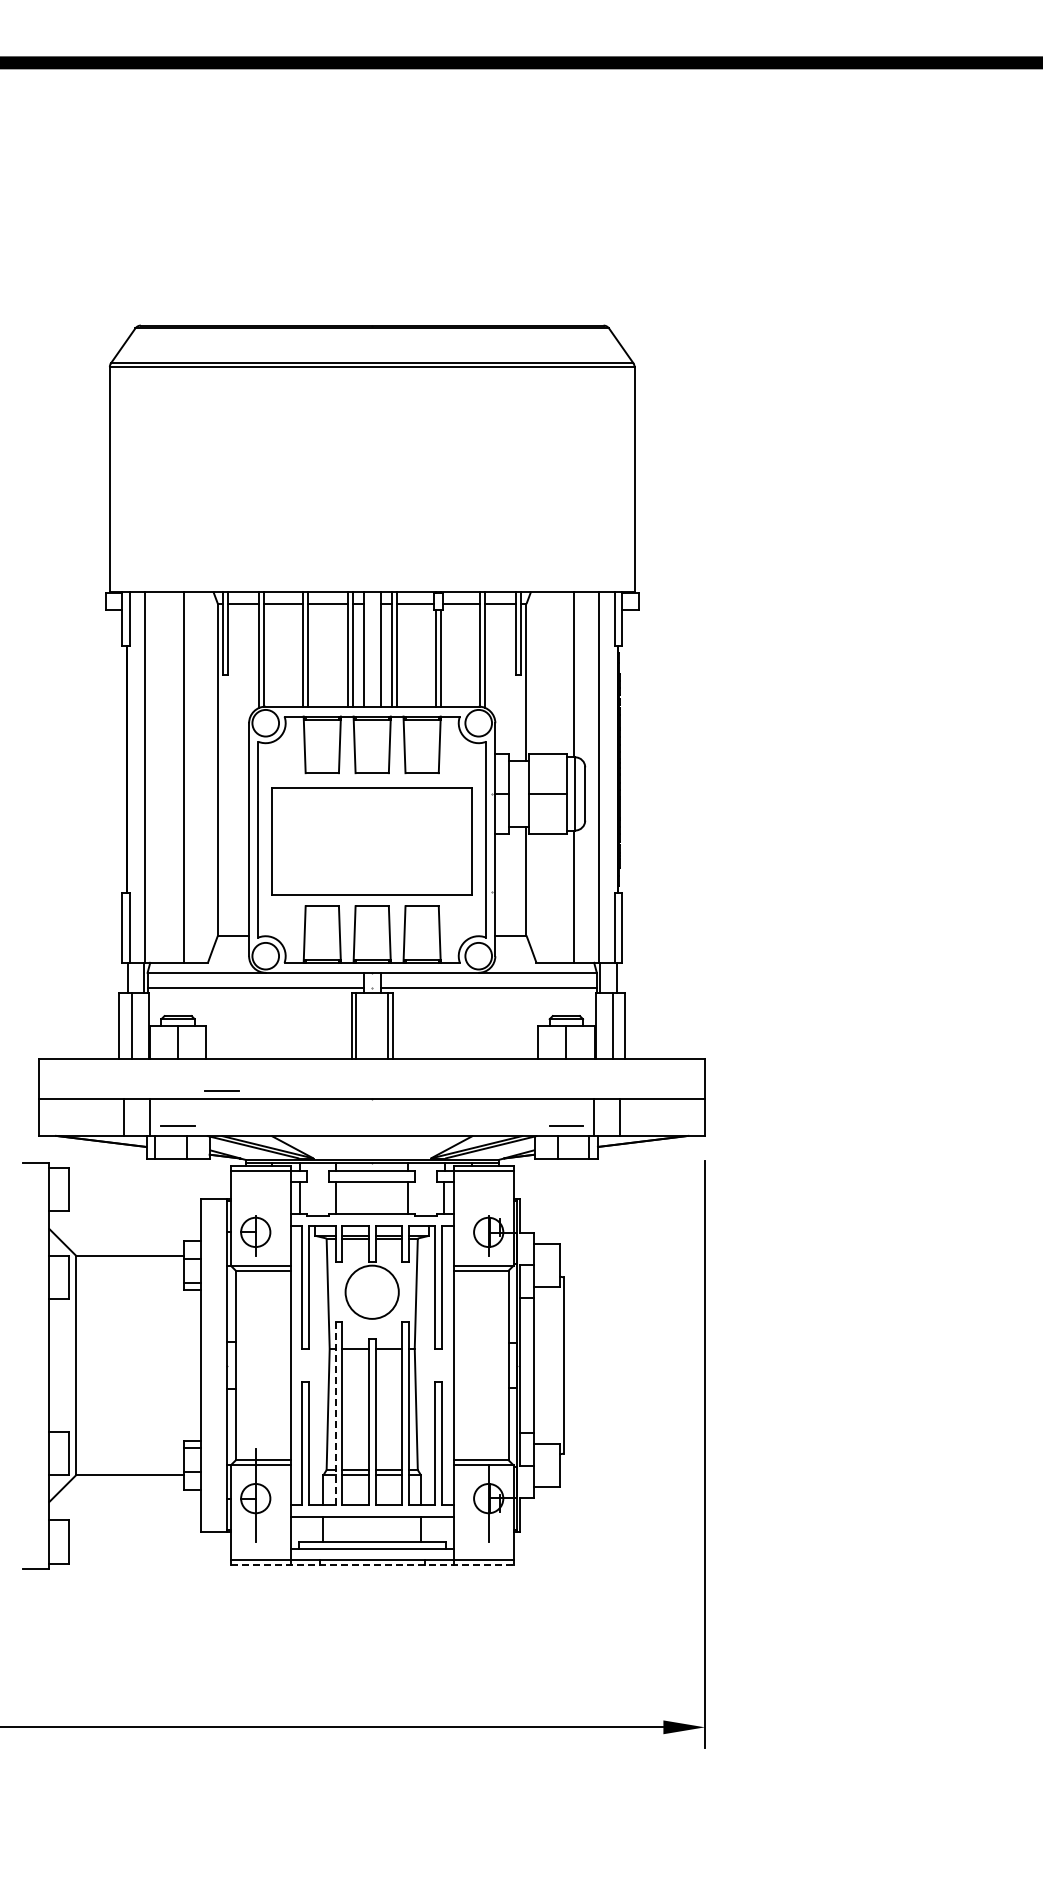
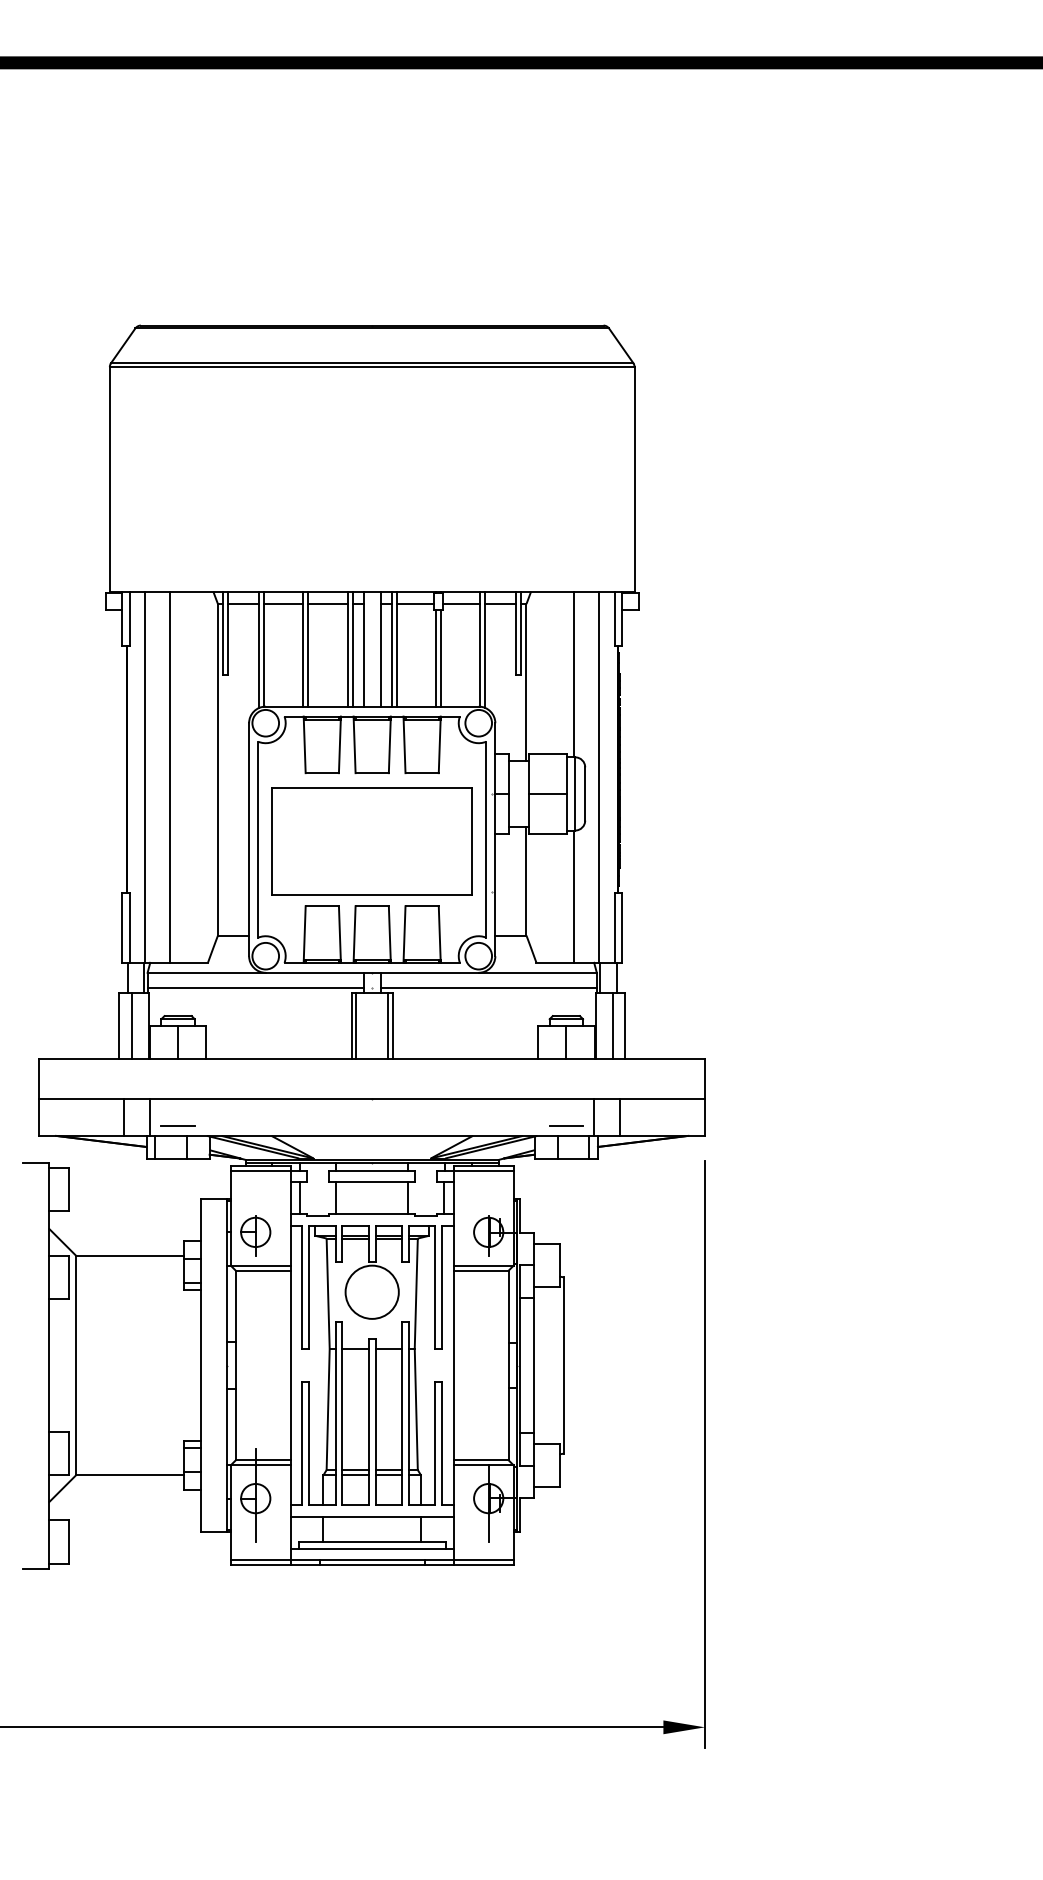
line at (184, 776) position: (184, 776) -> (170, 776)
line at (221, 1090): present -> none
line at (335, 1413): dashed -> solid
line at (372, 1565): dashed -> solid
